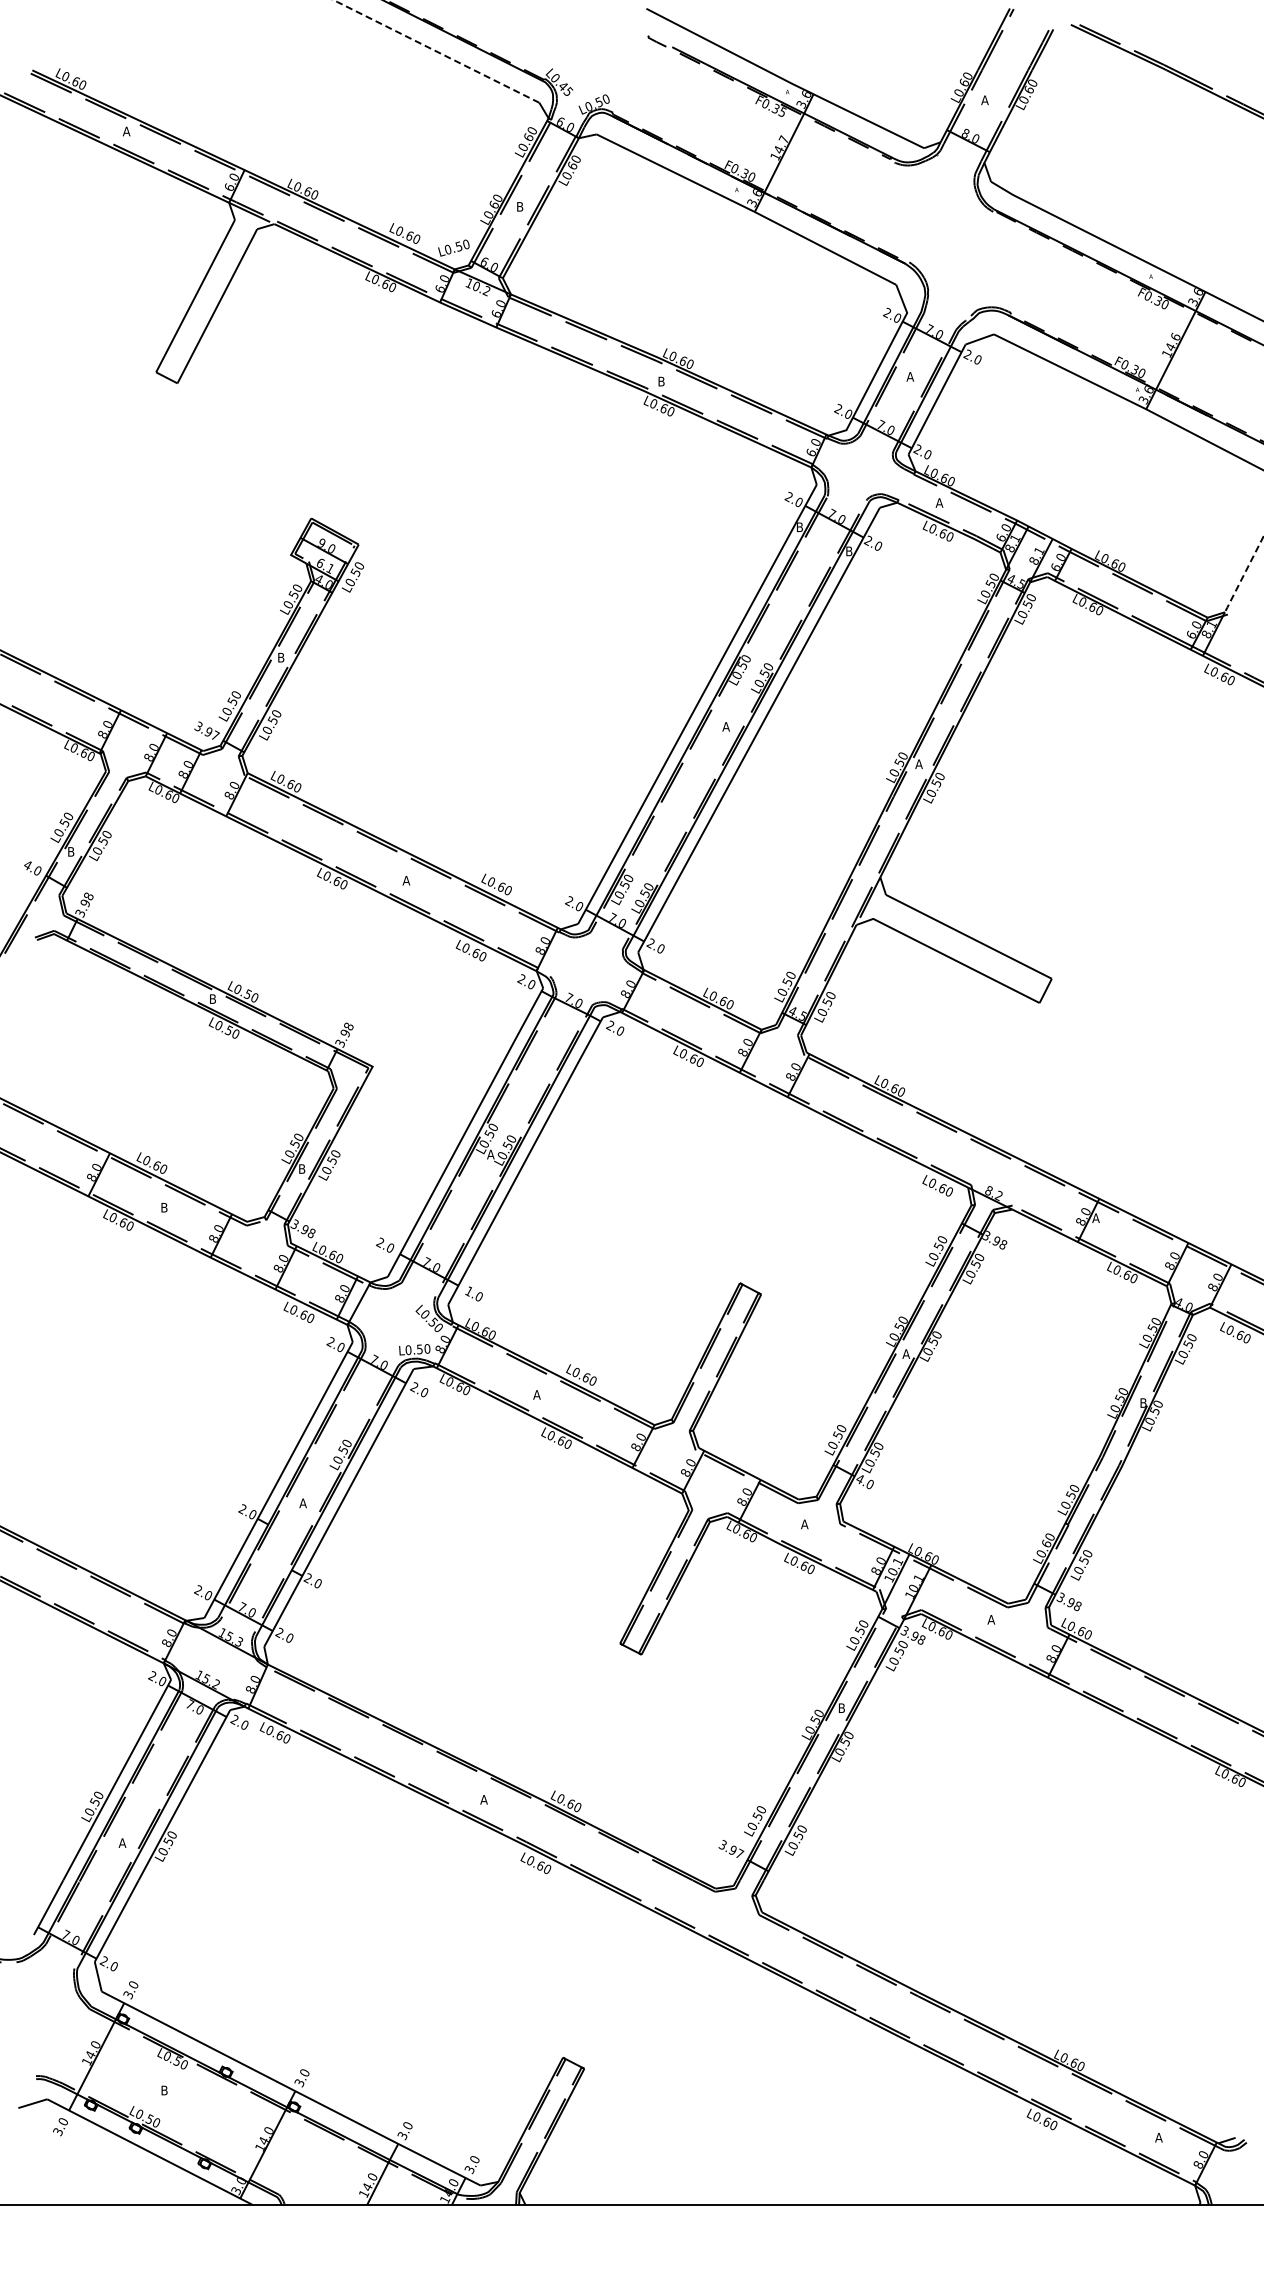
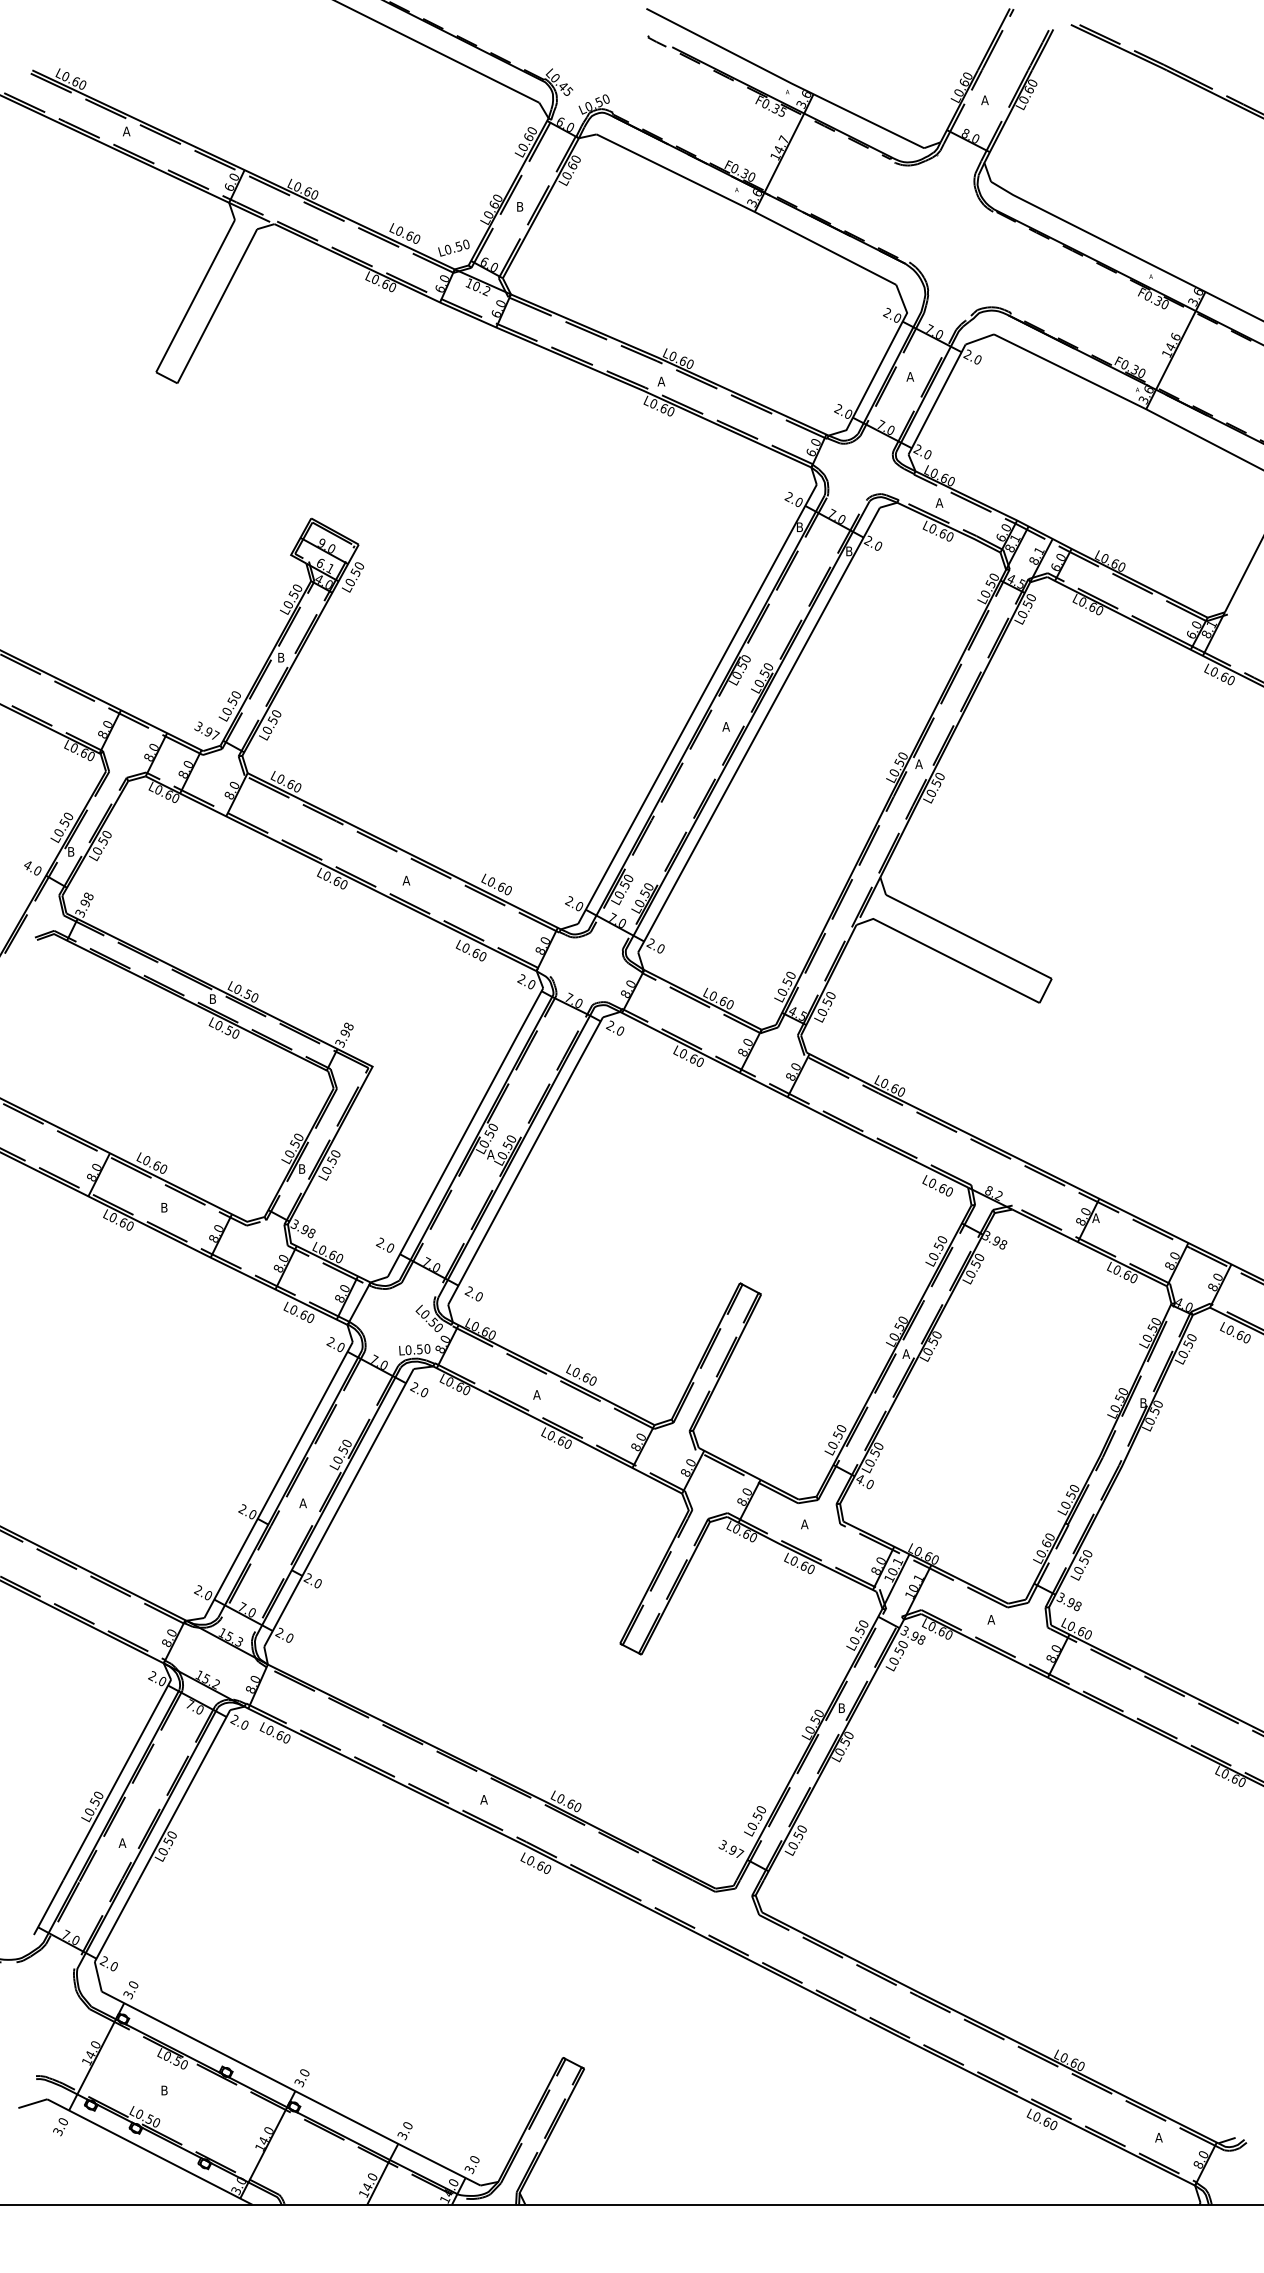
line at (435, 51): dashed -> solid
text at (661, 381): B -> A
line at (1244, 574): dashed -> solid
text at (468, 1291): 1.0 -> 2.0
